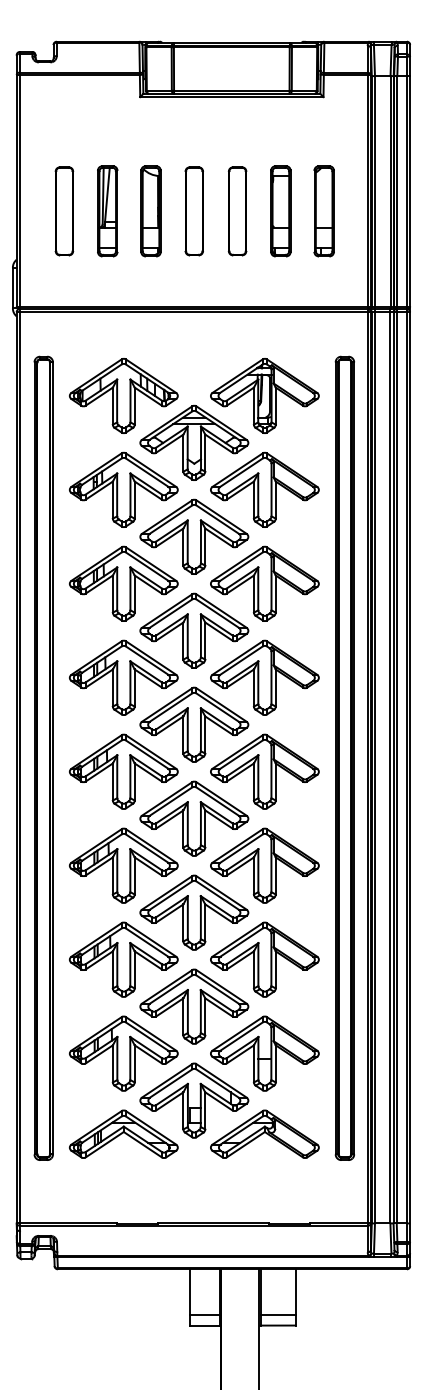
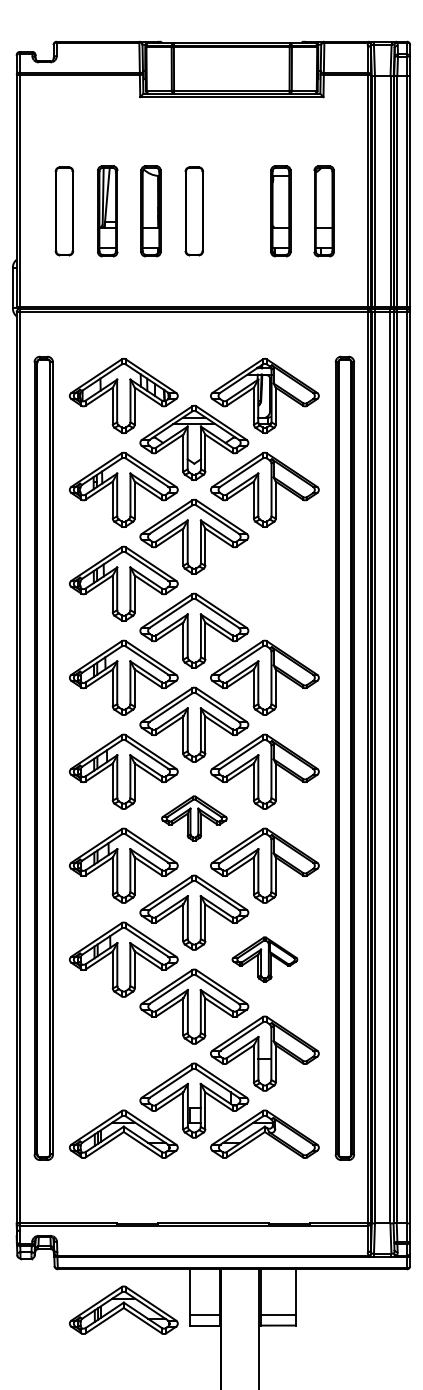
part at (237, 211): present -> none
part at (264, 583): present -> none
part at (194, 818) size: 111x77 px -> 67x47 px
part at (264, 959) size: 110x77 px -> 68x47 px
part at (123, 1053): present -> none
part at (123, 1309): none -> present
